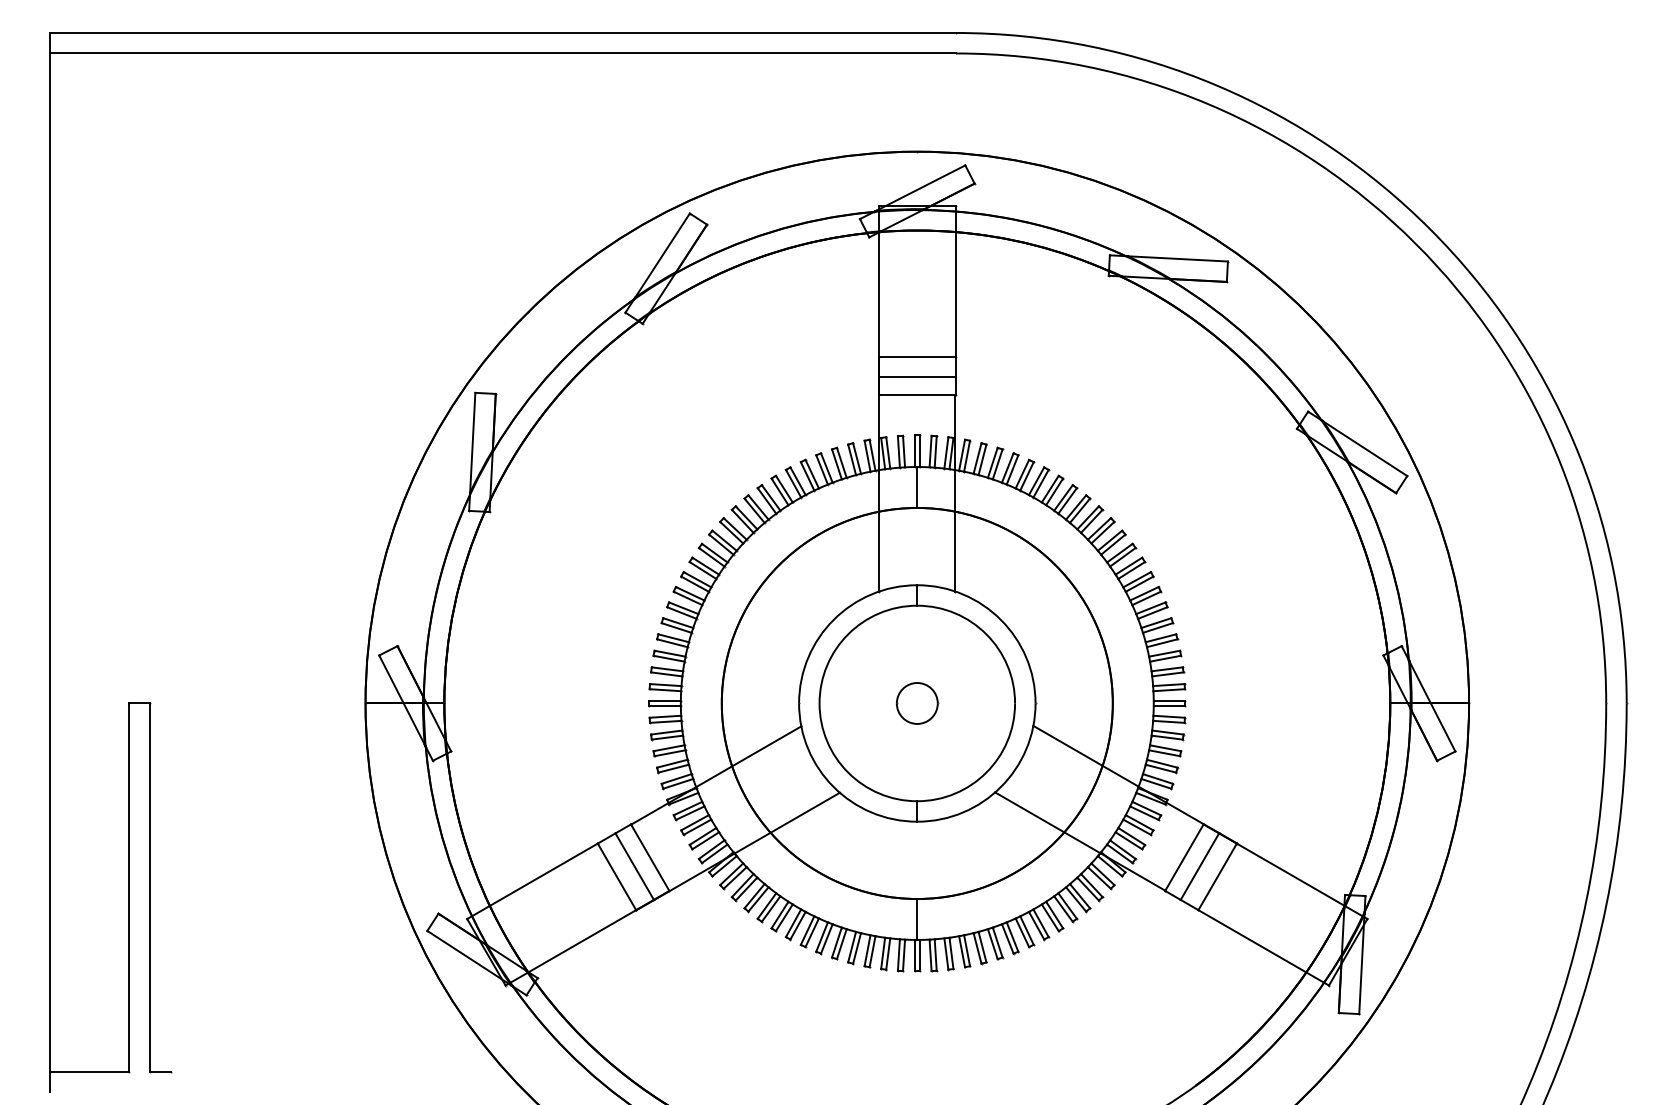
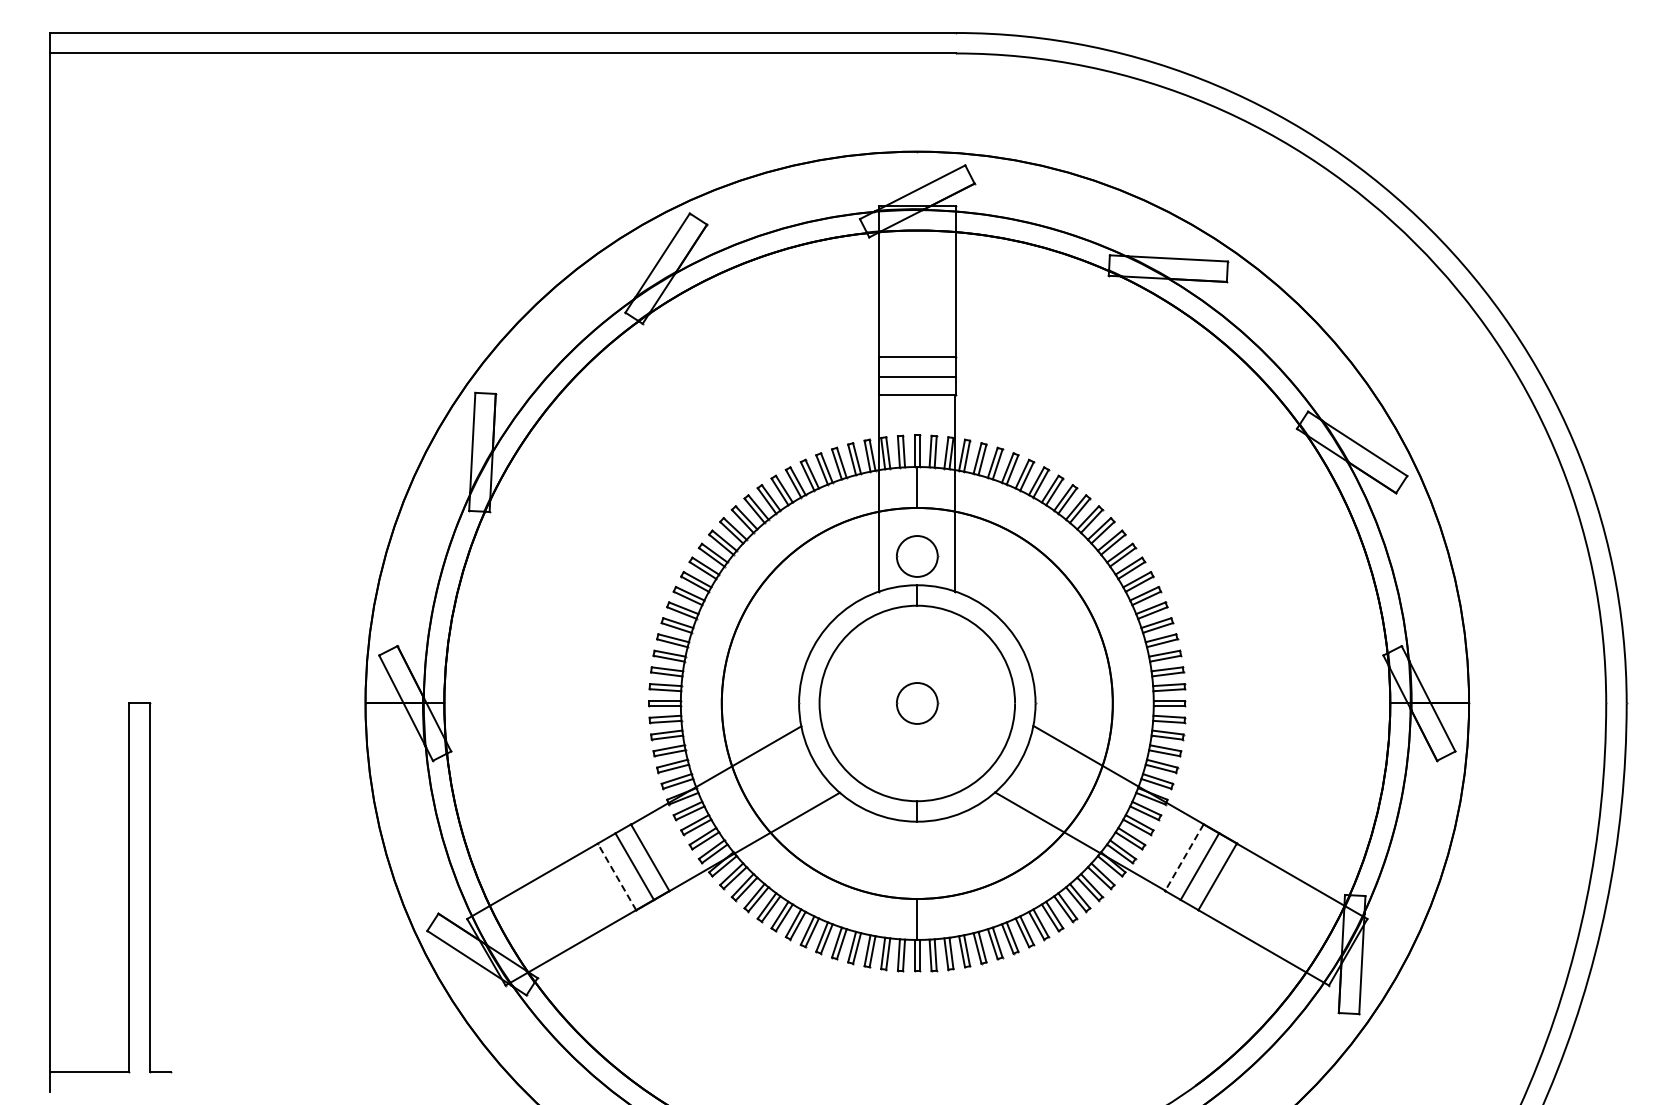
part at (917, 556): none -> present
line at (1184, 857): solid -> dashed
line at (617, 876): solid -> dashed
